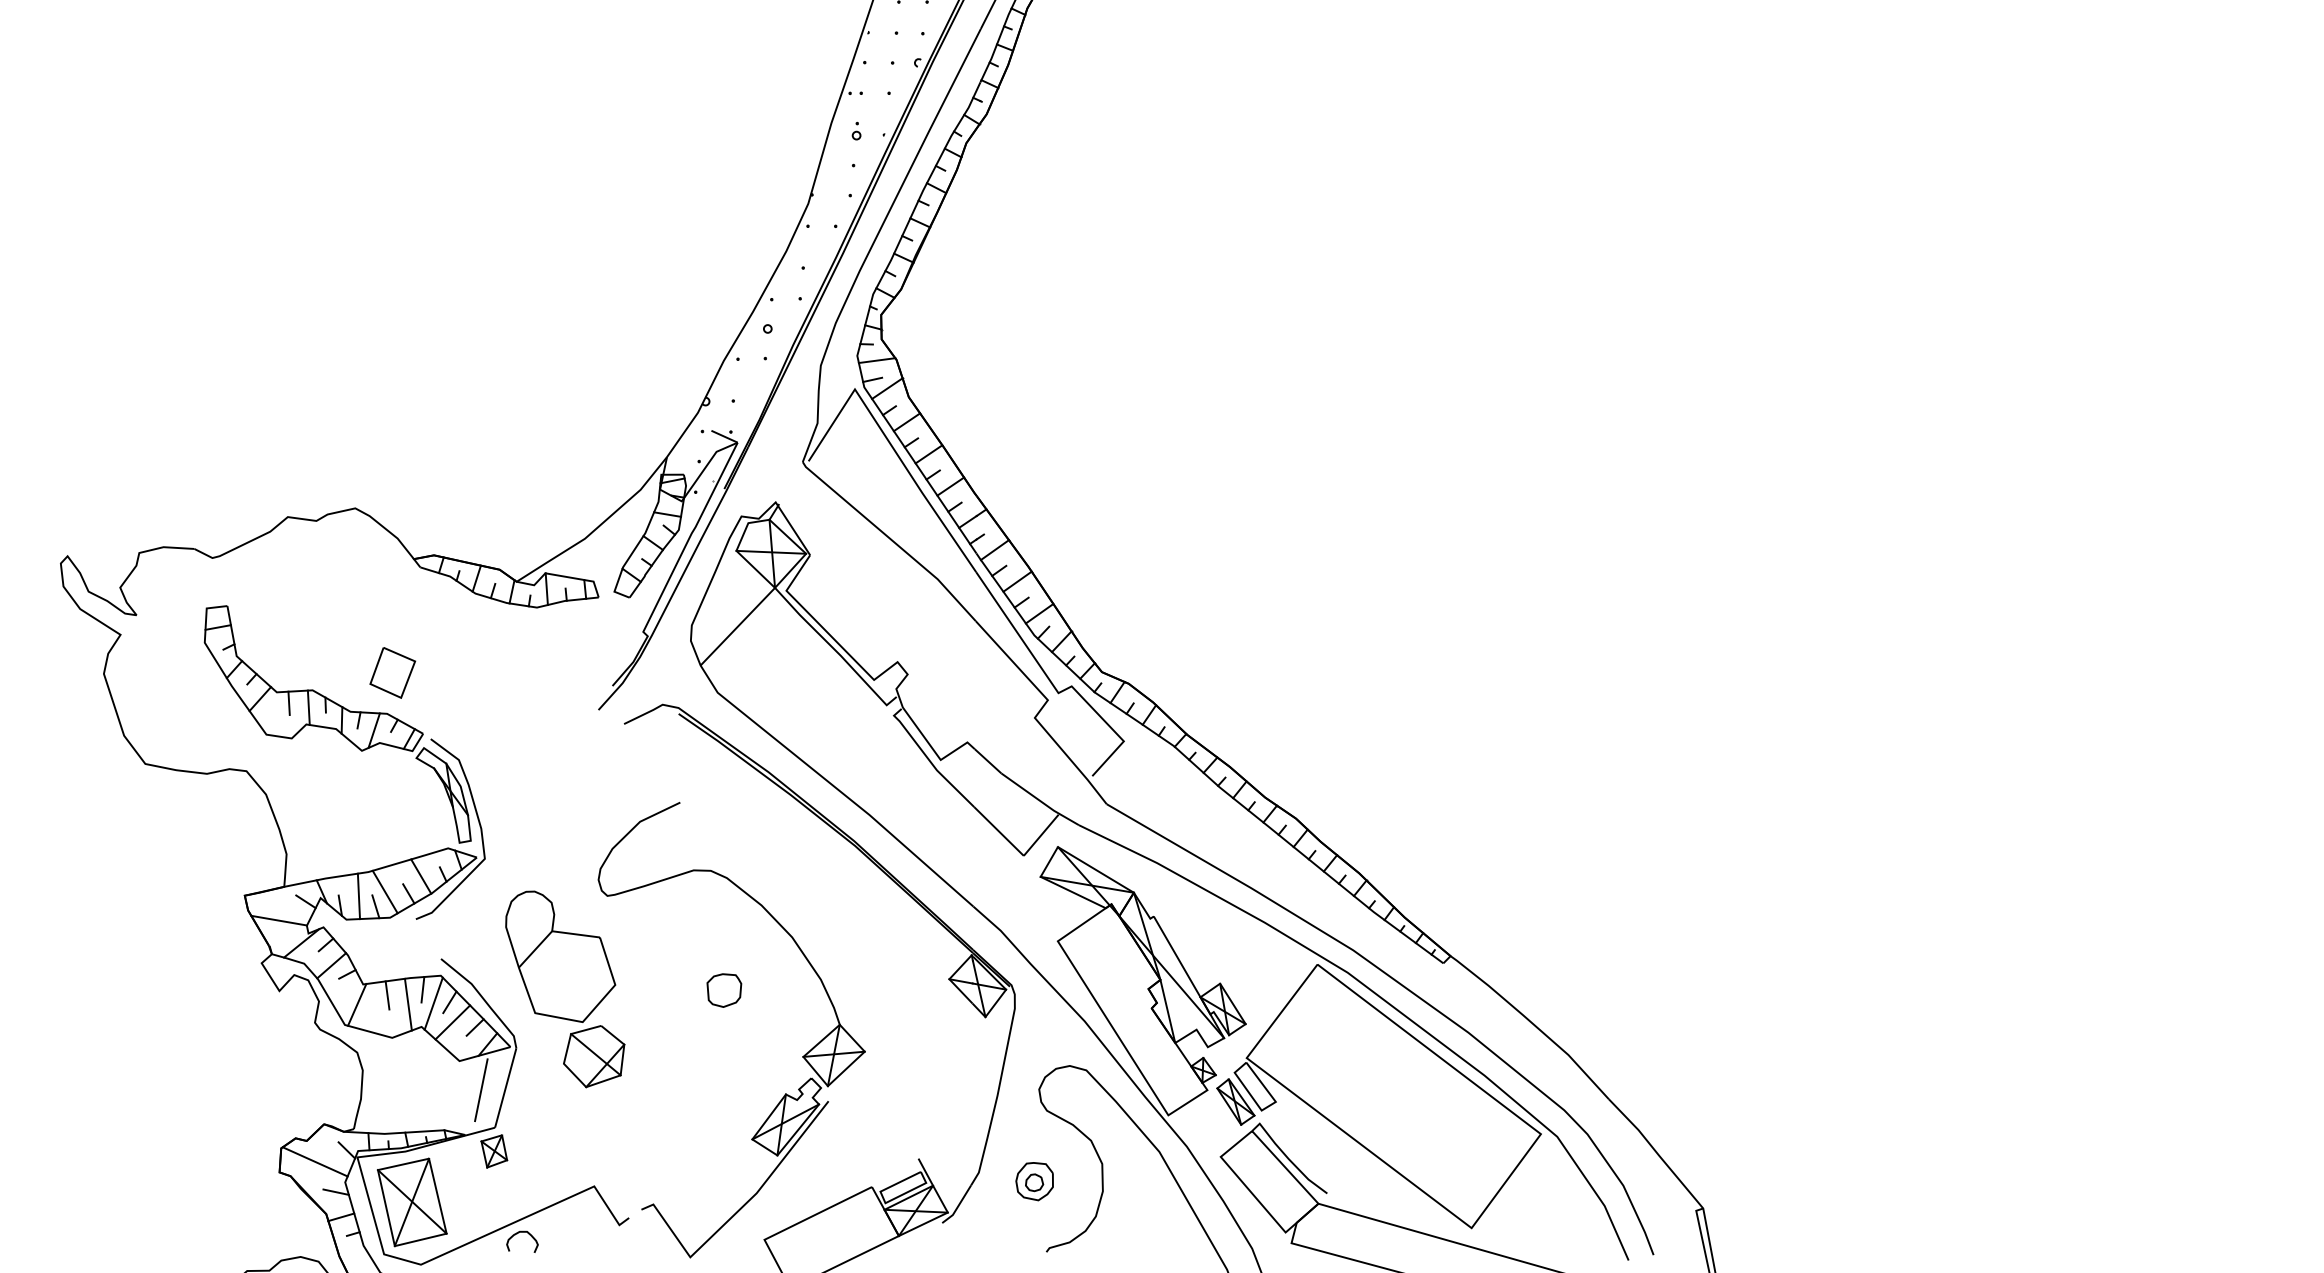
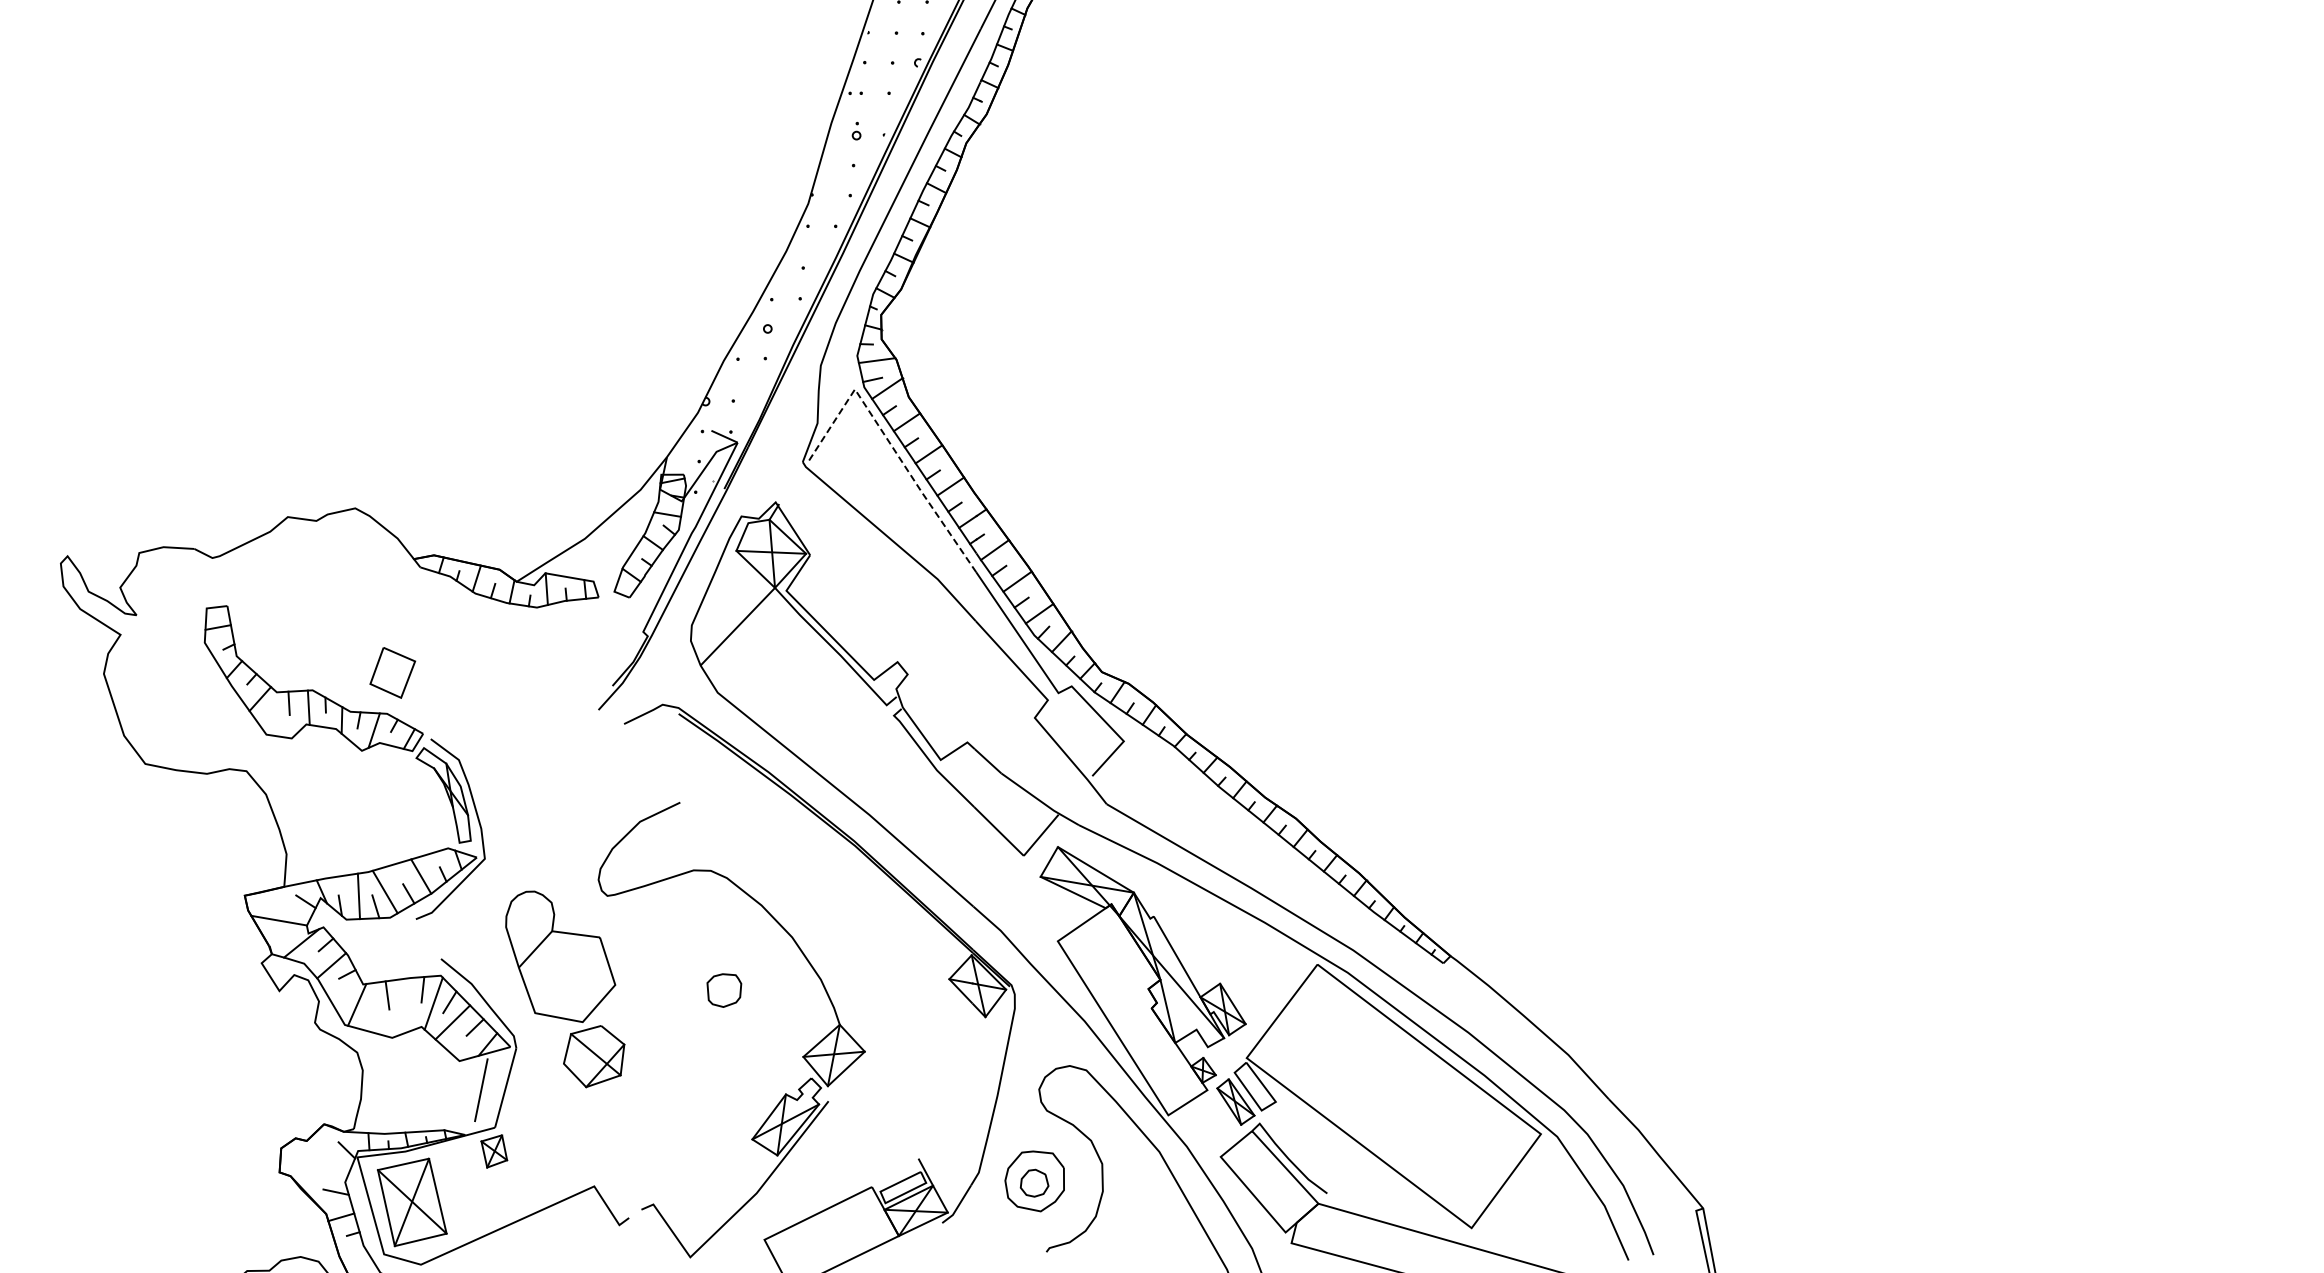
line at (891, 445): solid -> dashed
line at (407, 1004): present -> none
line at (314, 1161): present -> none
part at (1034, 1181) size: 39x40 px -> 61x63 px
curve at (517, 1234): present -> none
